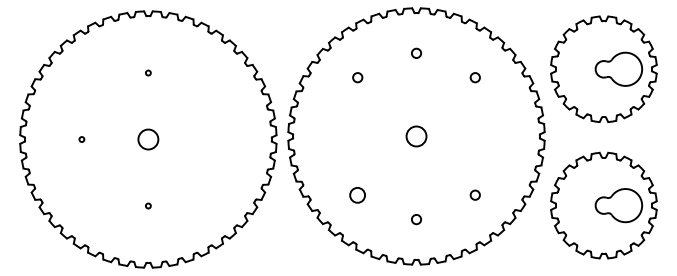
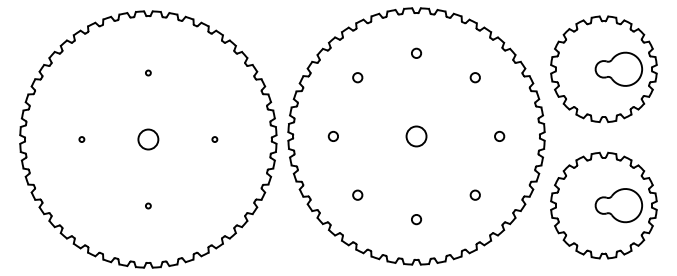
circle at (332, 135): none -> present
circle at (499, 135): none -> present
circle at (214, 139): none -> present
circle at (357, 195) size: 17x17 px -> 12x12 px
